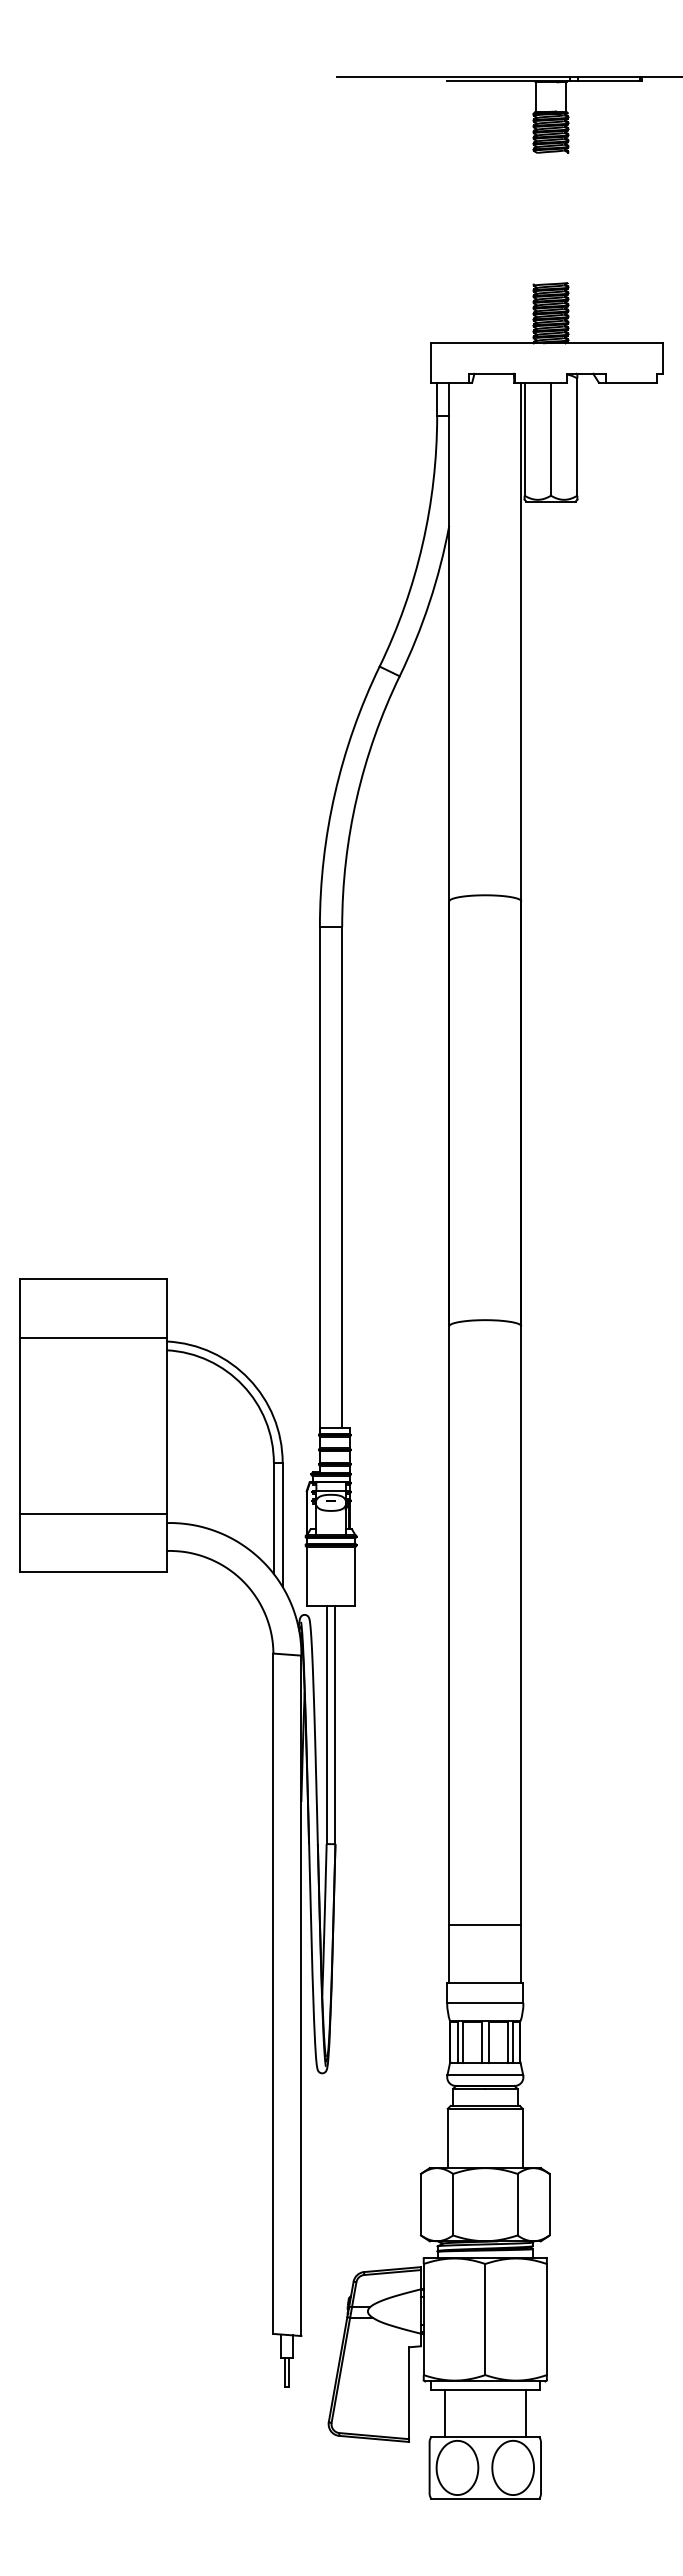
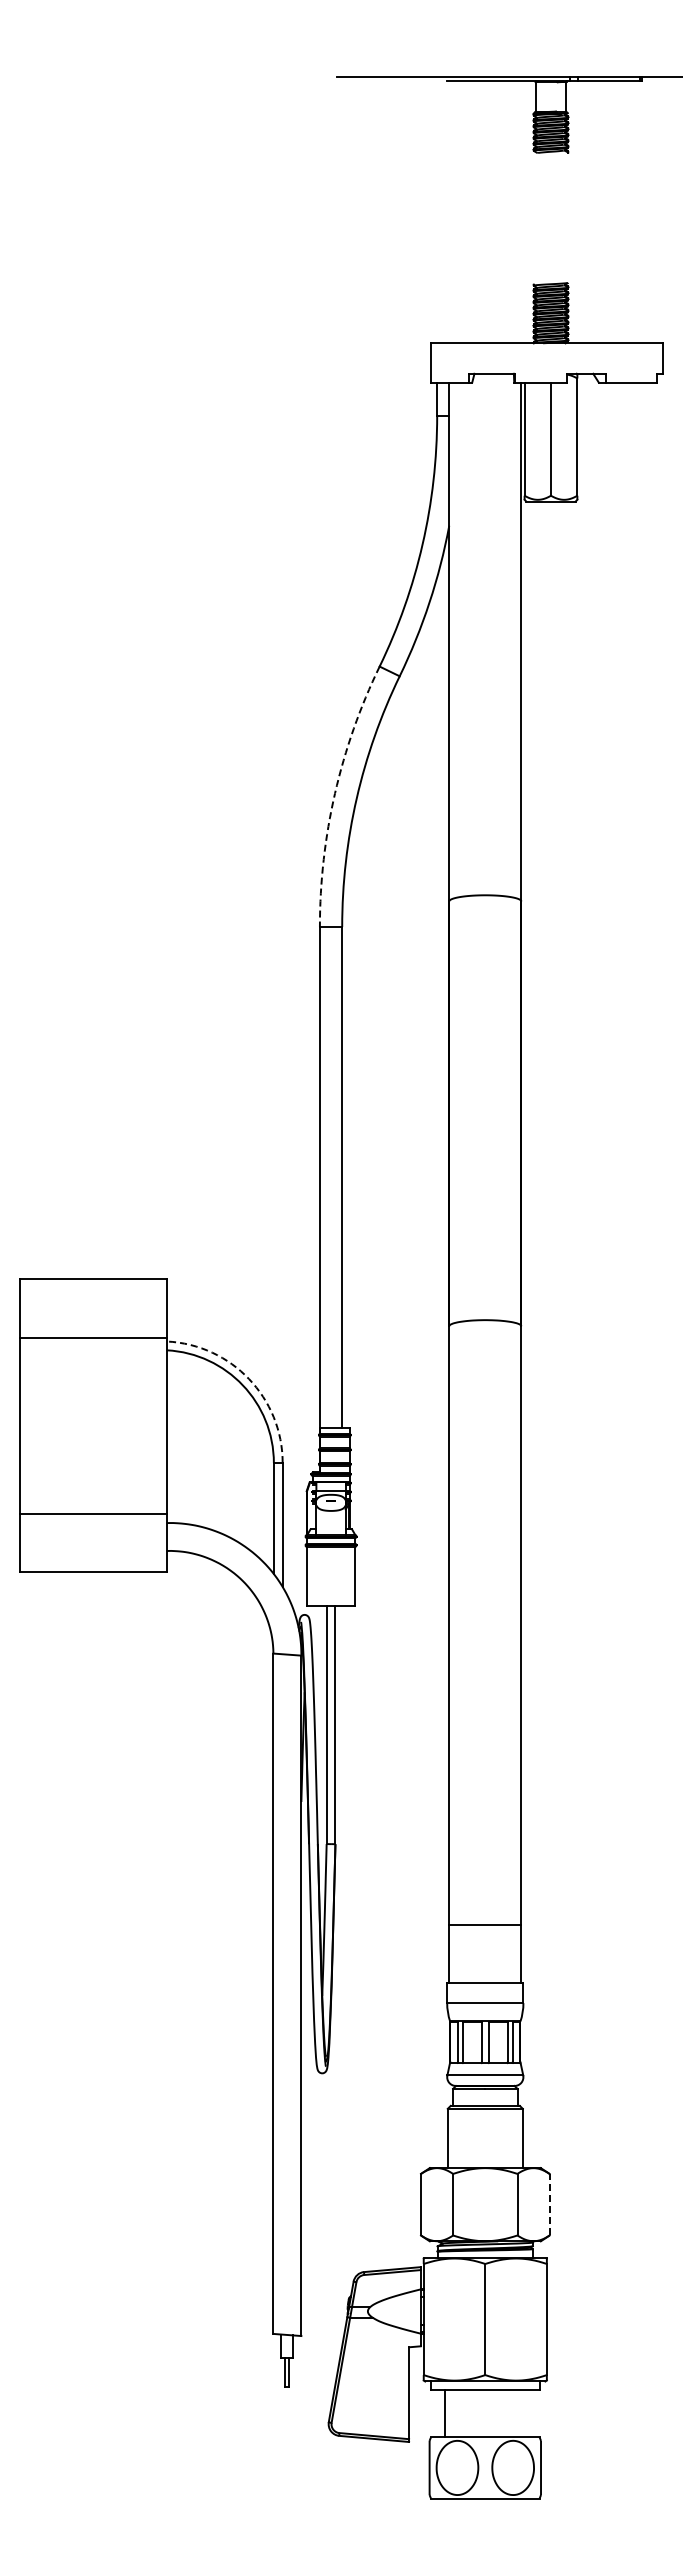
arc at (335, 793): solid -> dashed
arc at (249, 1379): solid -> dashed
line at (549, 2204): solid -> dashed
line at (526, 2413): present -> none
